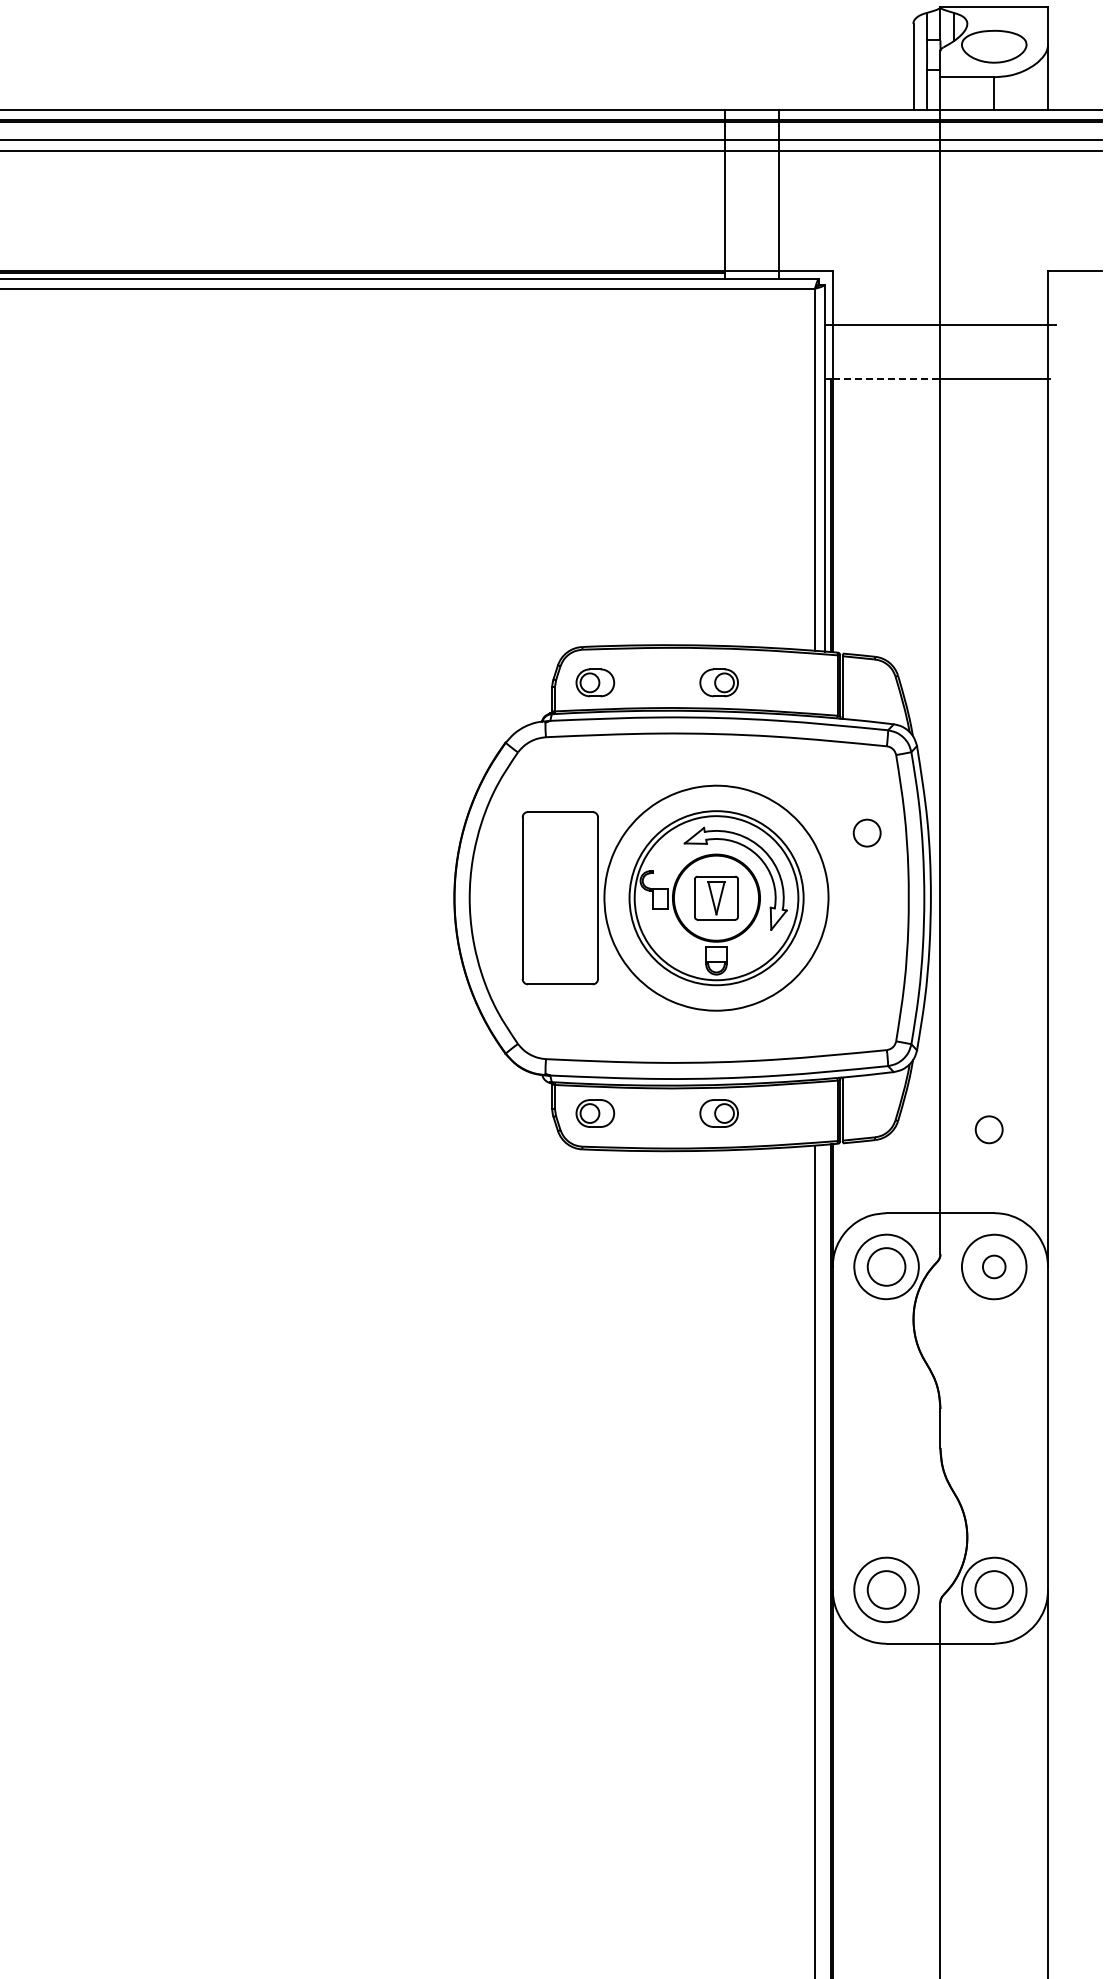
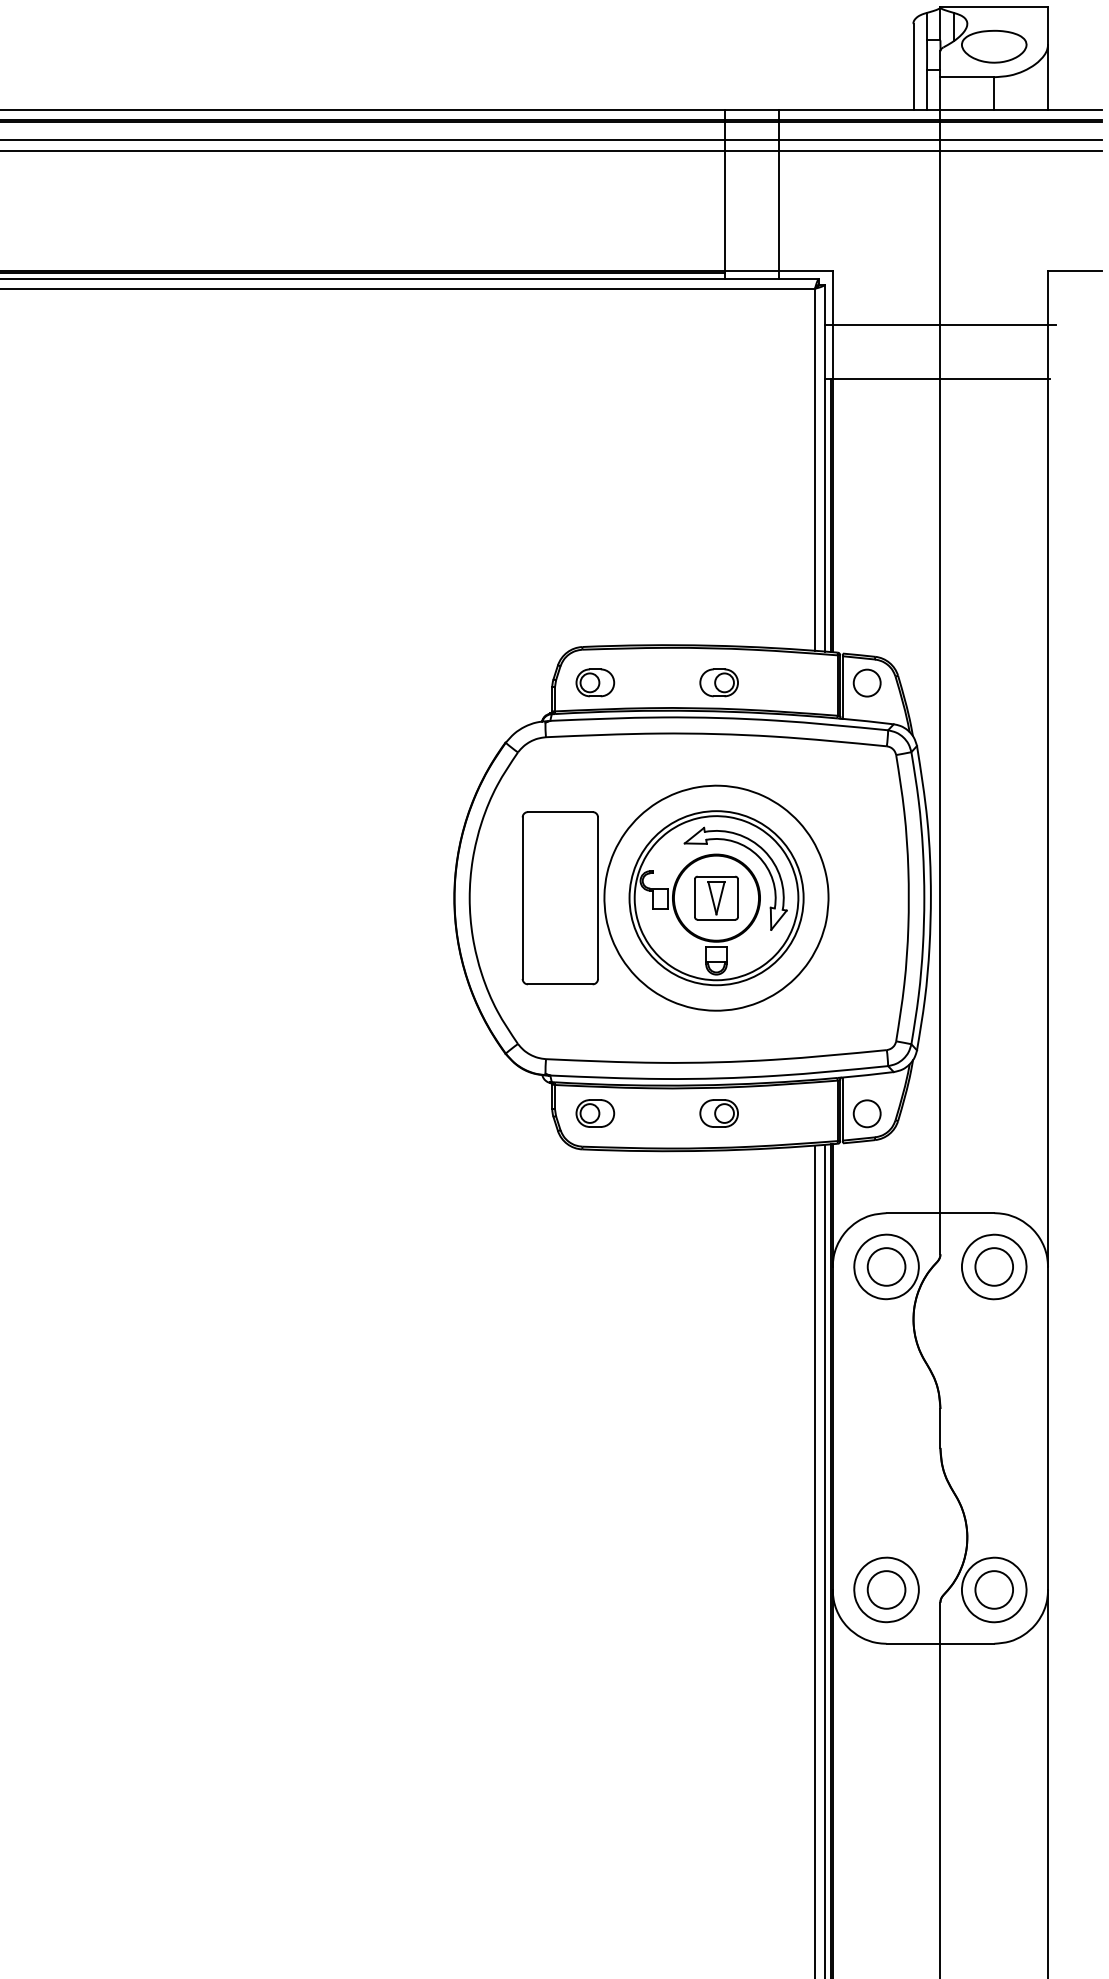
line at (886, 378): dashed -> solid
circle at (866, 832) position: (866, 832) -> (866, 682)
circle at (988, 1129) position: (988, 1129) -> (866, 1113)
circle at (993, 1266) diameter: 23 px -> 38 px
line at (824, 1559): none -> present
